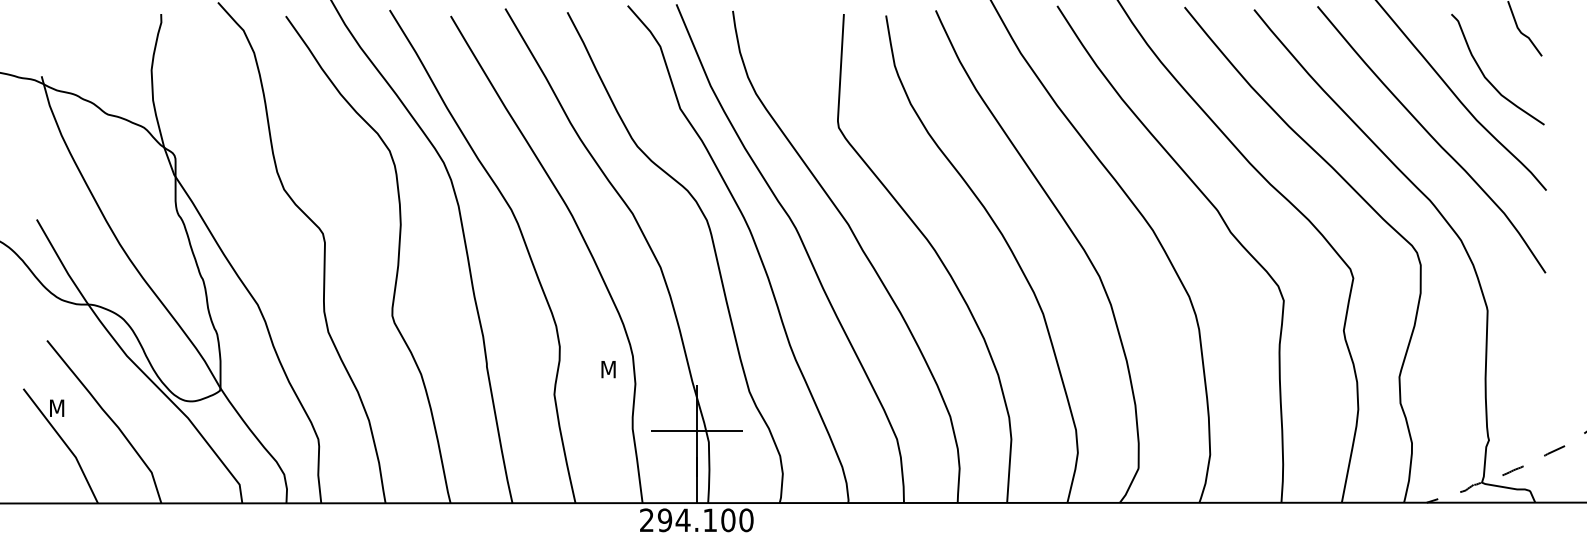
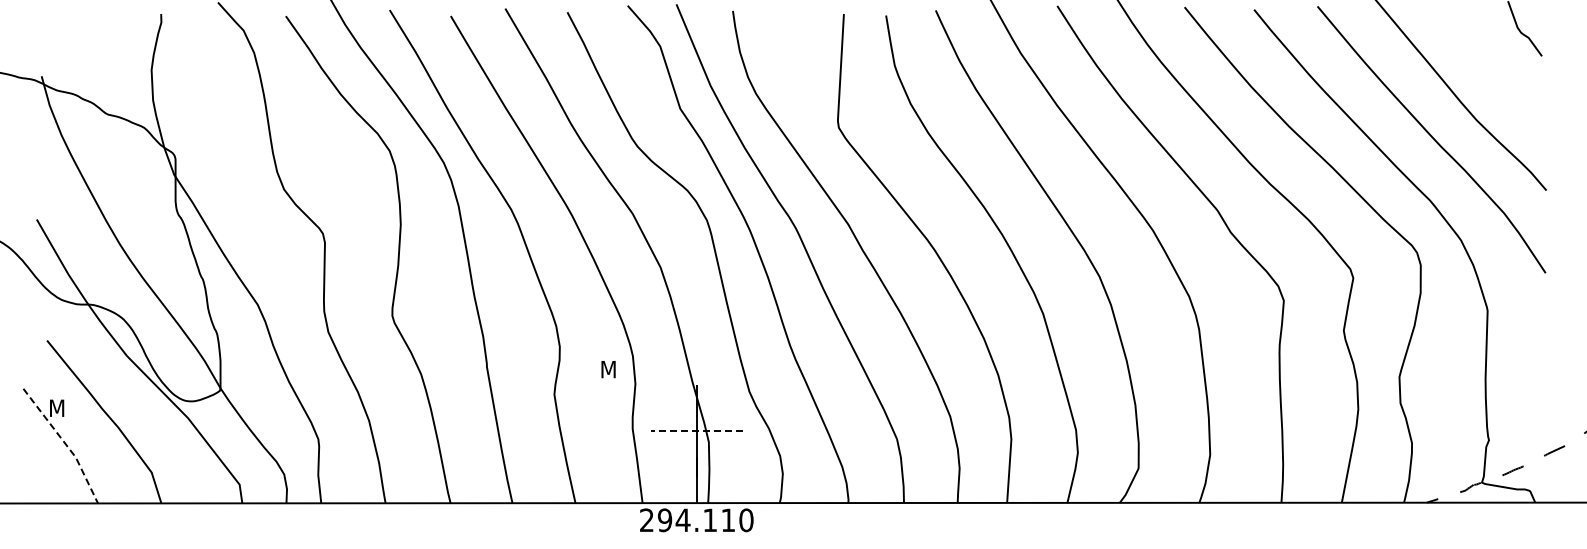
curve at (1487, 78): present -> none
line at (696, 430): solid -> dashed
line at (65, 444): solid -> dashed
text at (728, 520): 294.100 -> 294.110
